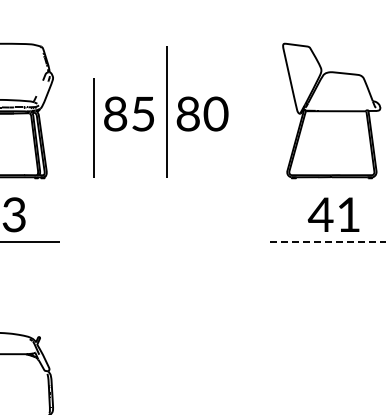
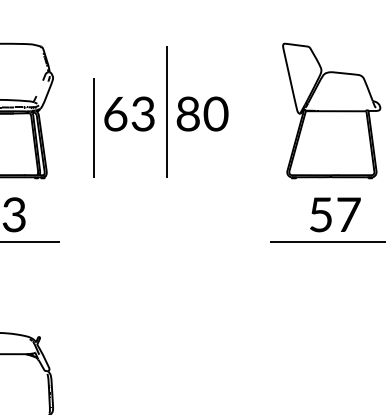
text at (129, 113): 85 -> 63
text at (333, 214): 41 -> 57
line at (328, 241): dashed -> solid
